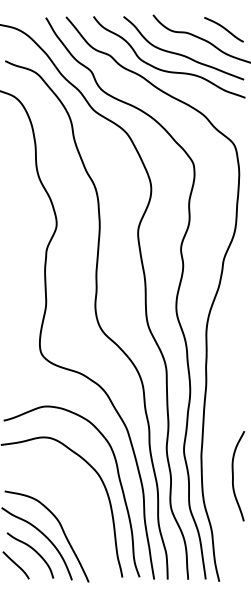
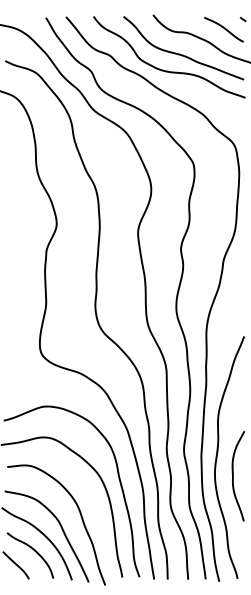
line at (242, 19): none -> present
curve at (217, 457): none -> present
curve at (80, 516): none -> present
